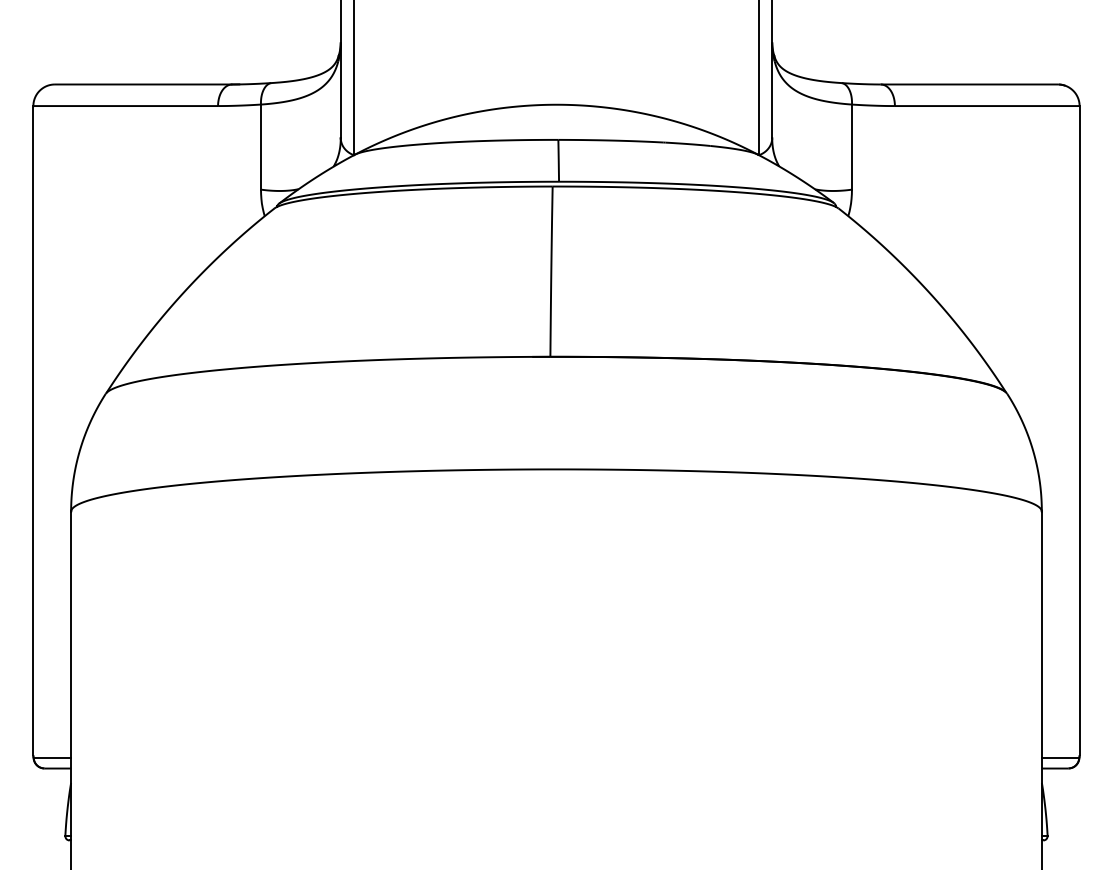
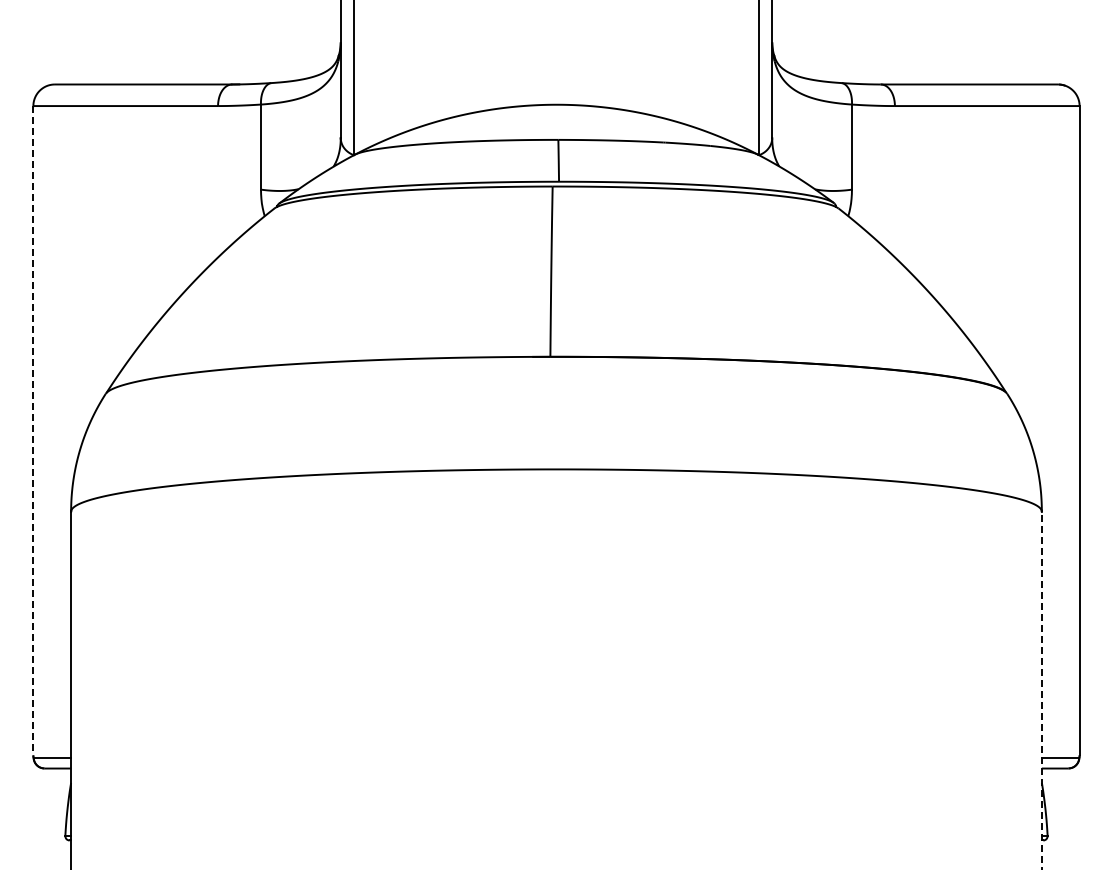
line at (33, 430): solid -> dashed
line at (1041, 690): solid -> dashed
